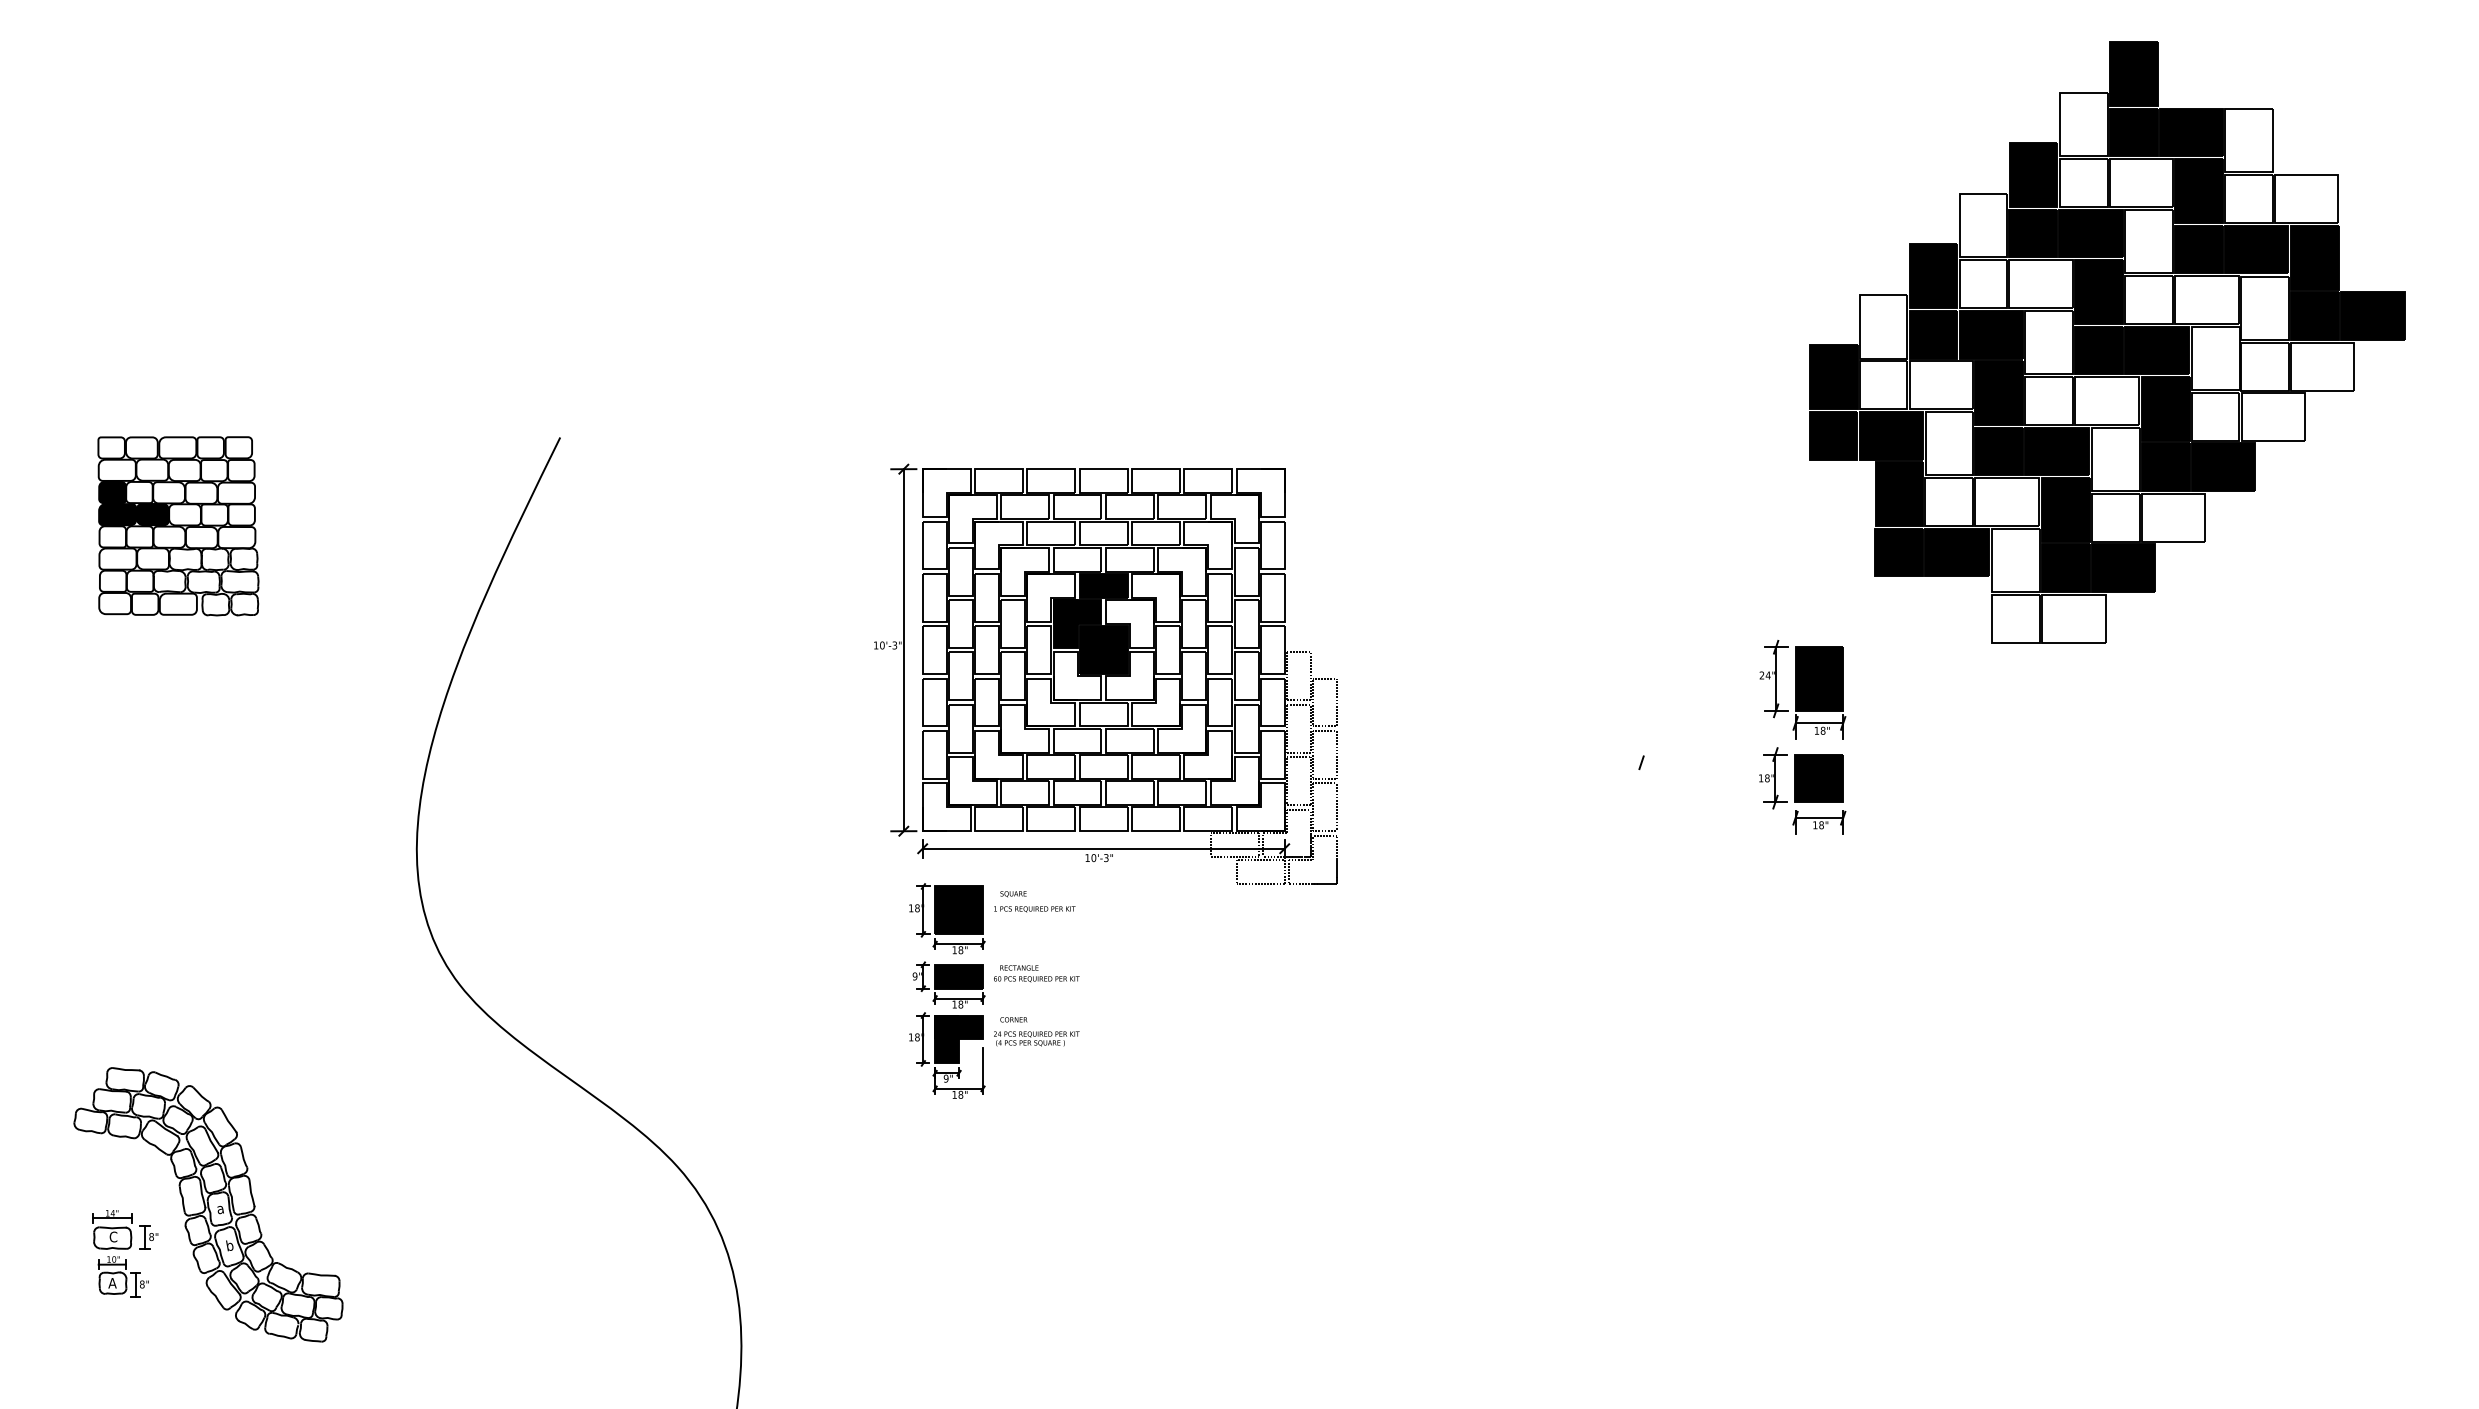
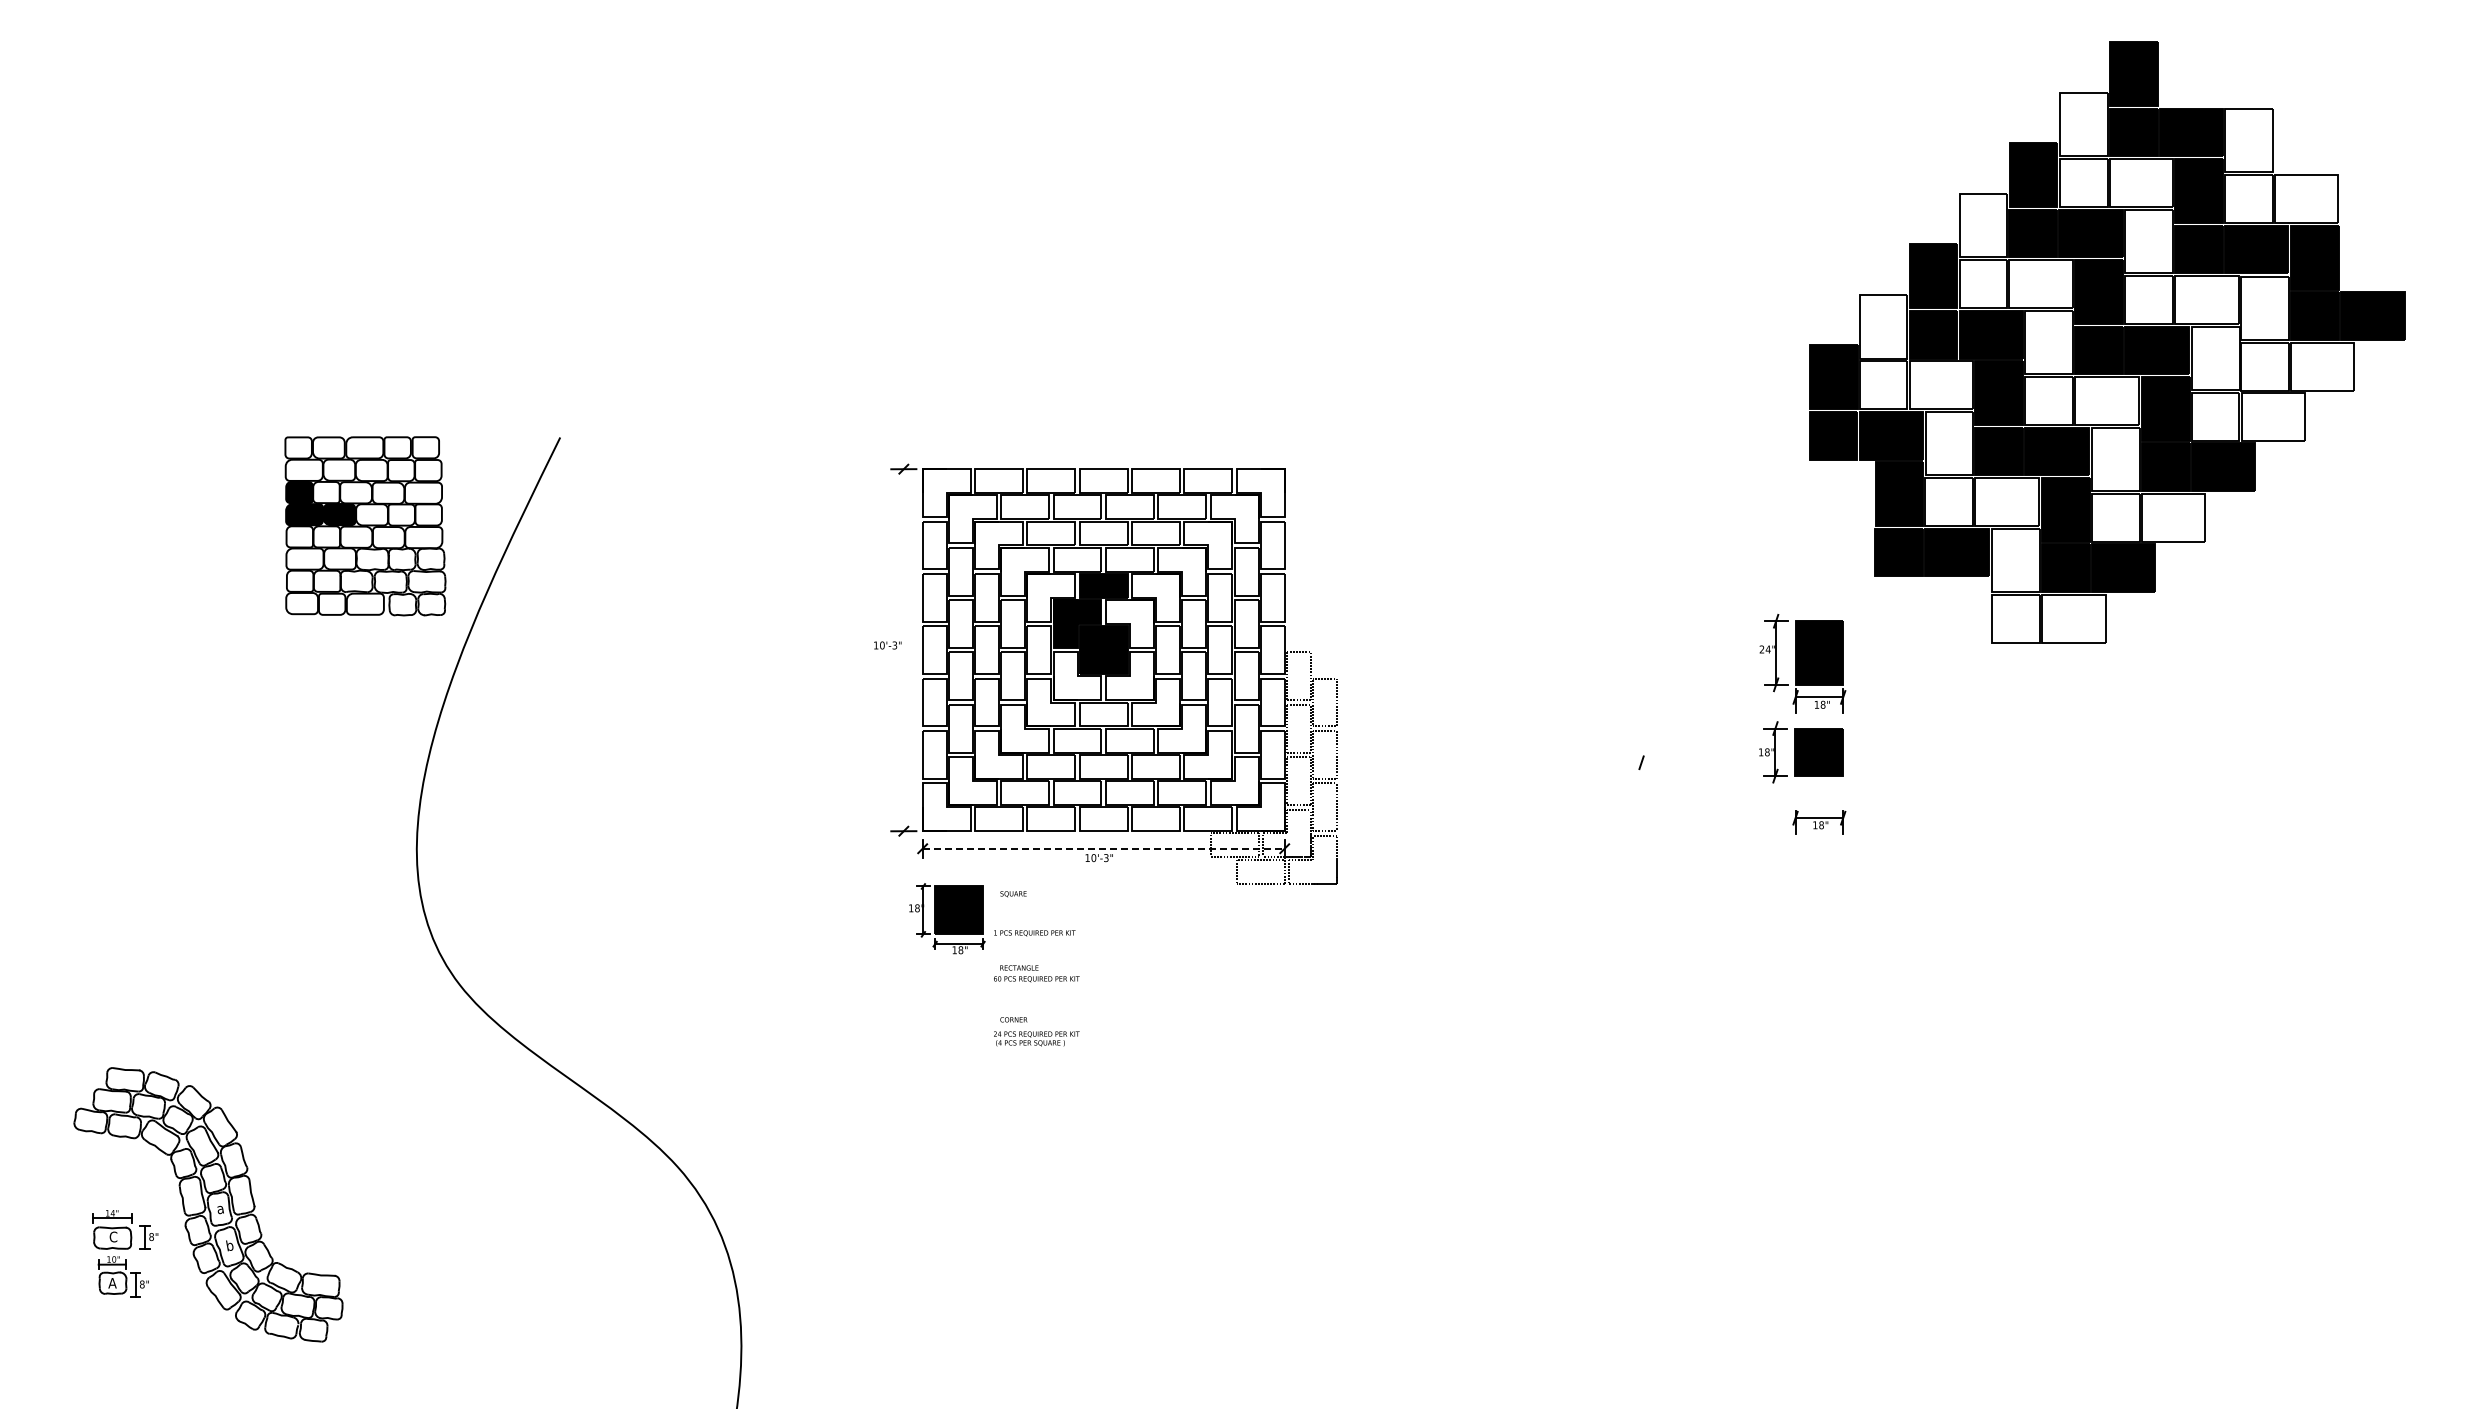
part at (178, 526) position: (178, 526) -> (365, 526)
line at (903, 650): present -> none
part at (1802, 724) position: (1802, 724) -> (1802, 698)
line at (1104, 848): solid -> dashed
text at (1034, 909) position: (1034, 909) -> (1034, 933)
part at (947, 1029): present -> none
